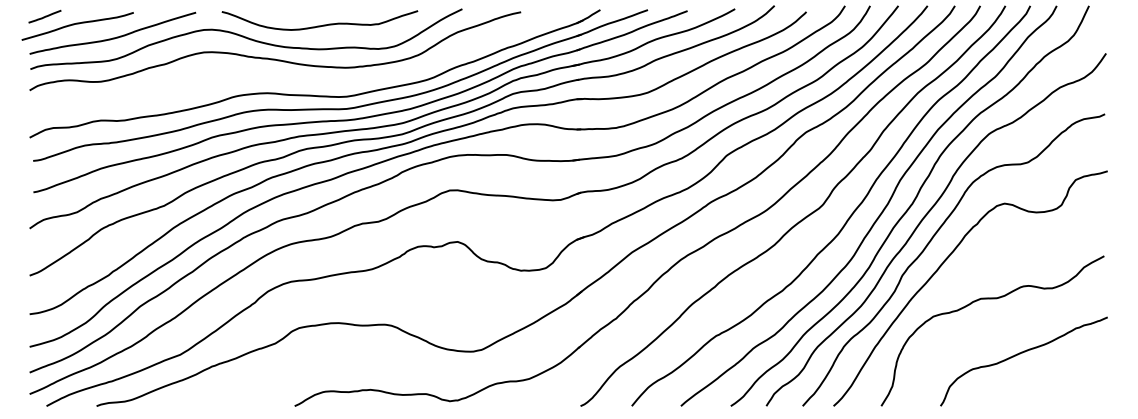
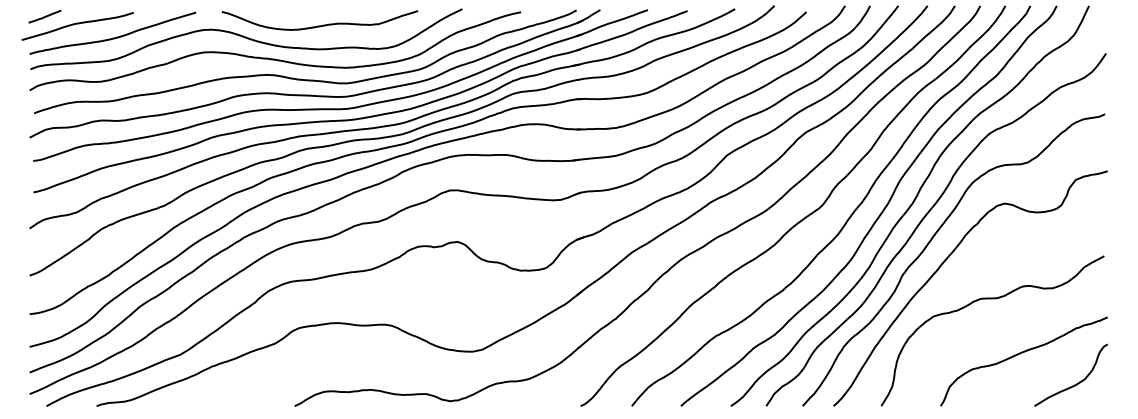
curve at (301, 78): none -> present
curve at (1077, 382): none -> present
